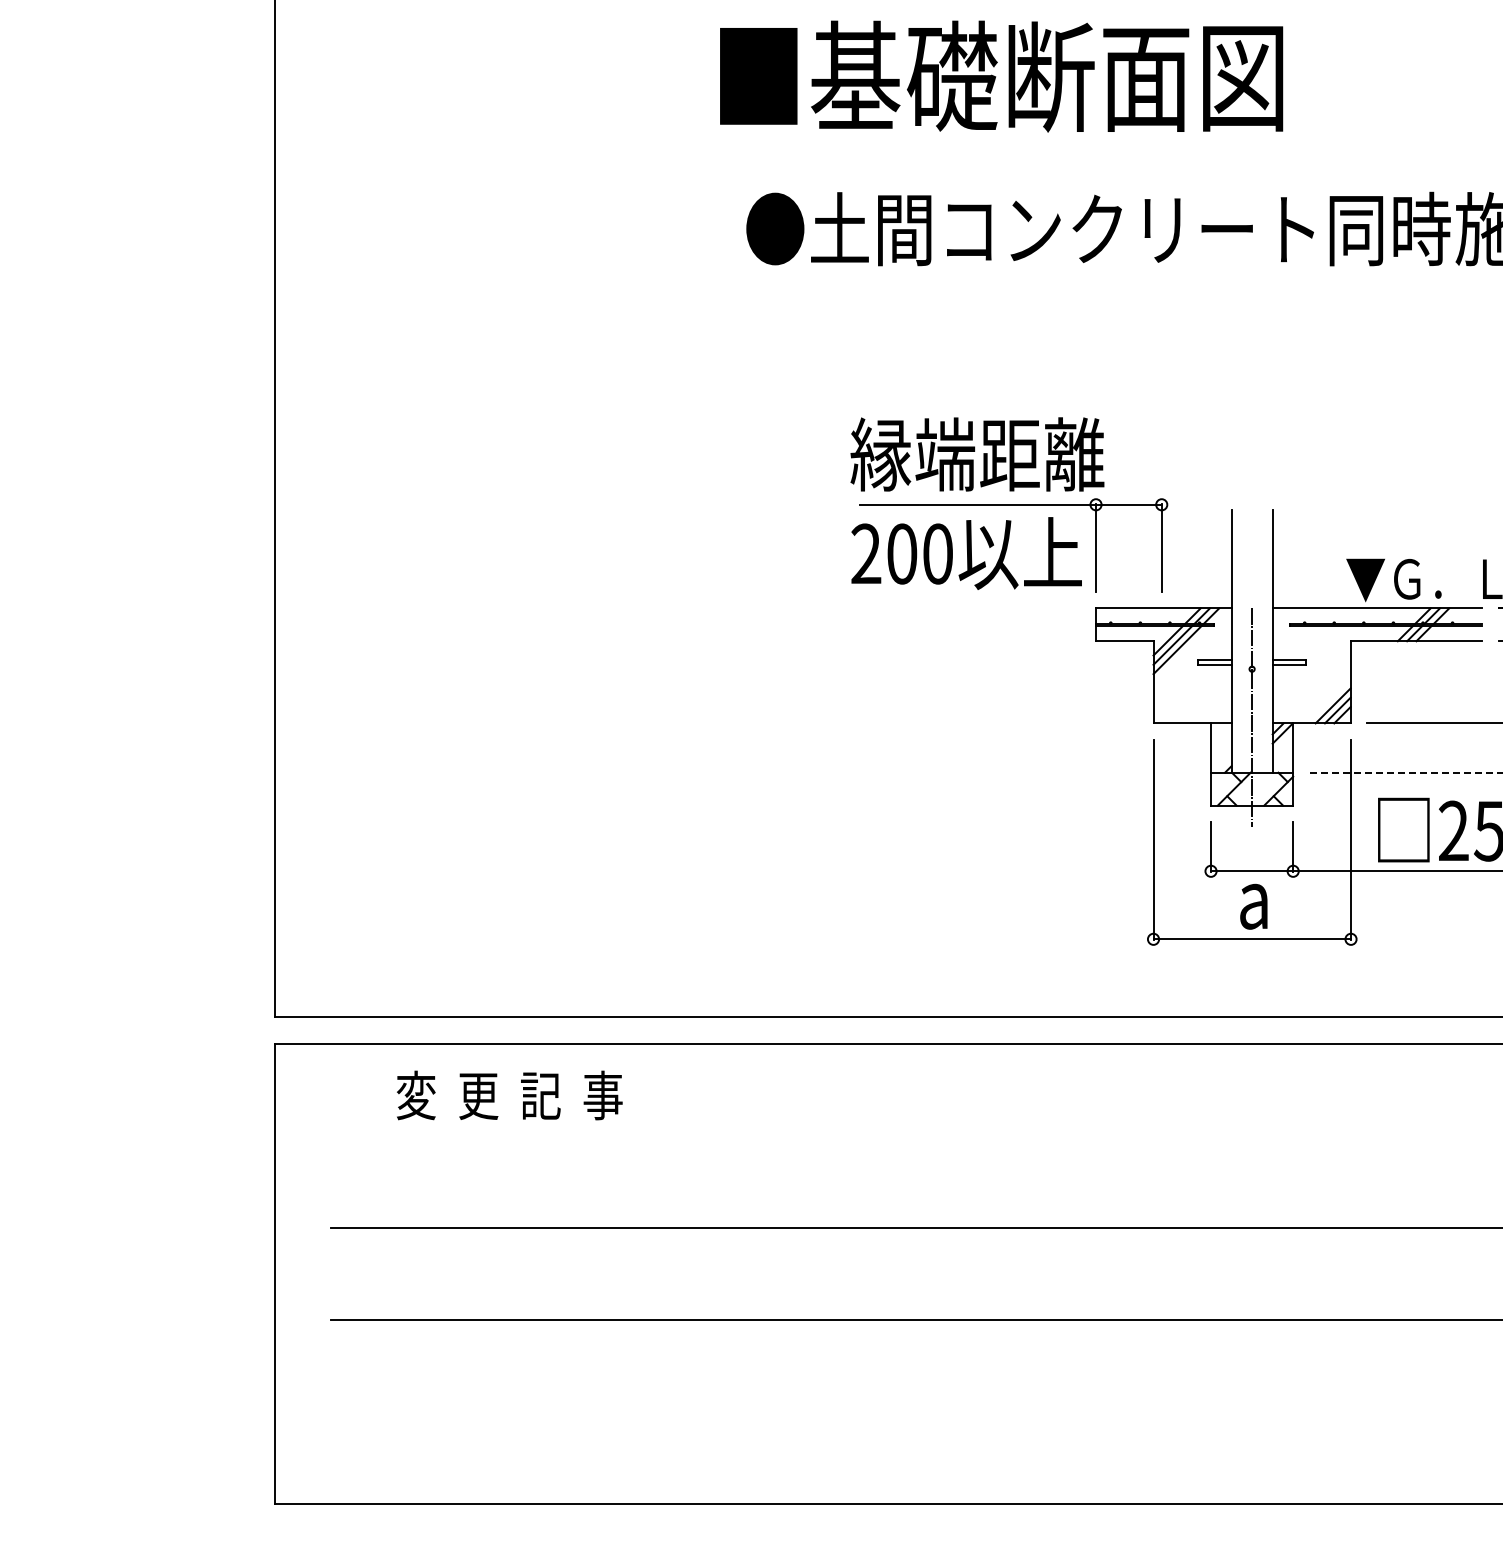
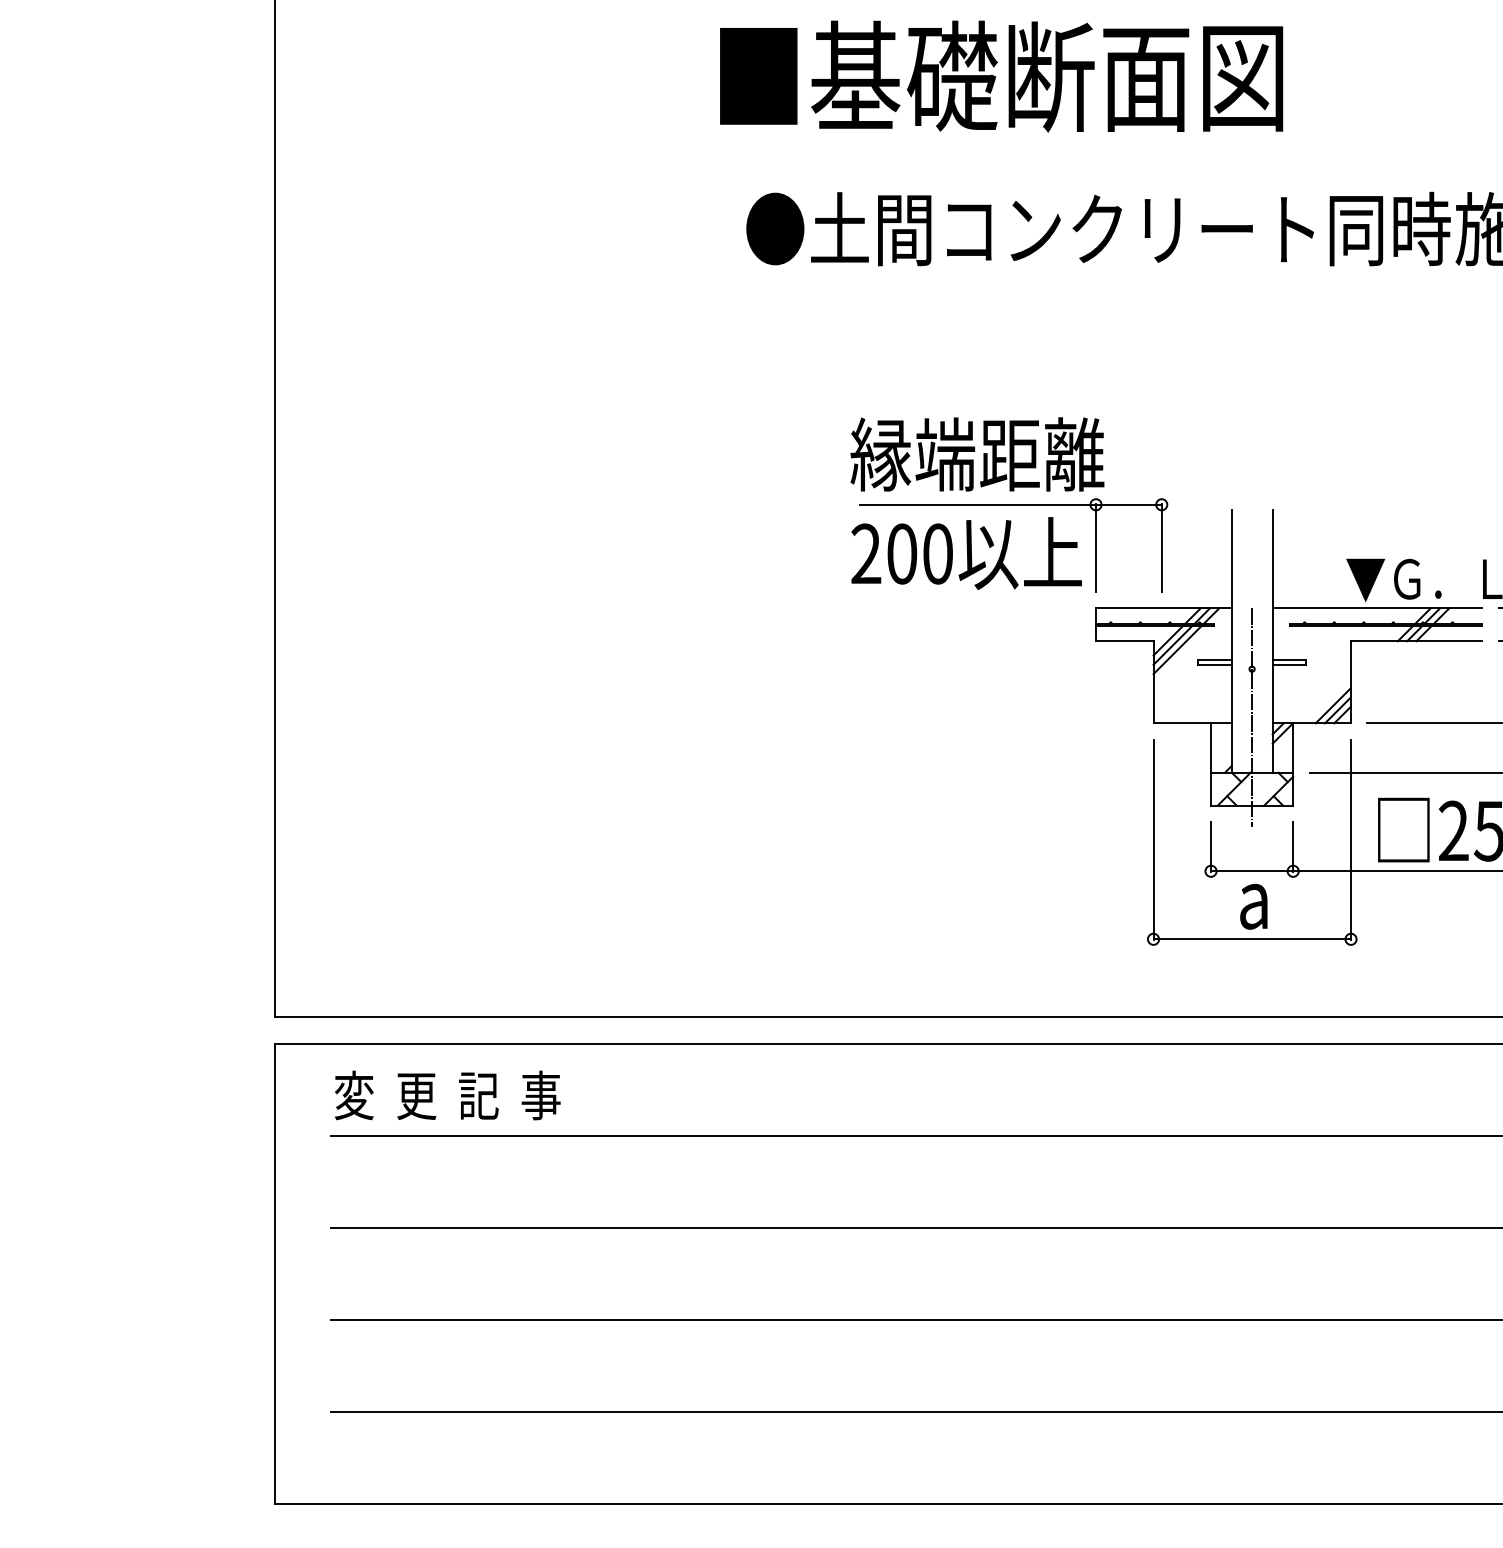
line at (1406, 772): dashed -> solid
text at (509, 1095) position: (509, 1095) -> (447, 1095)
line at (915, 1135): none -> present
line at (915, 1411): none -> present
